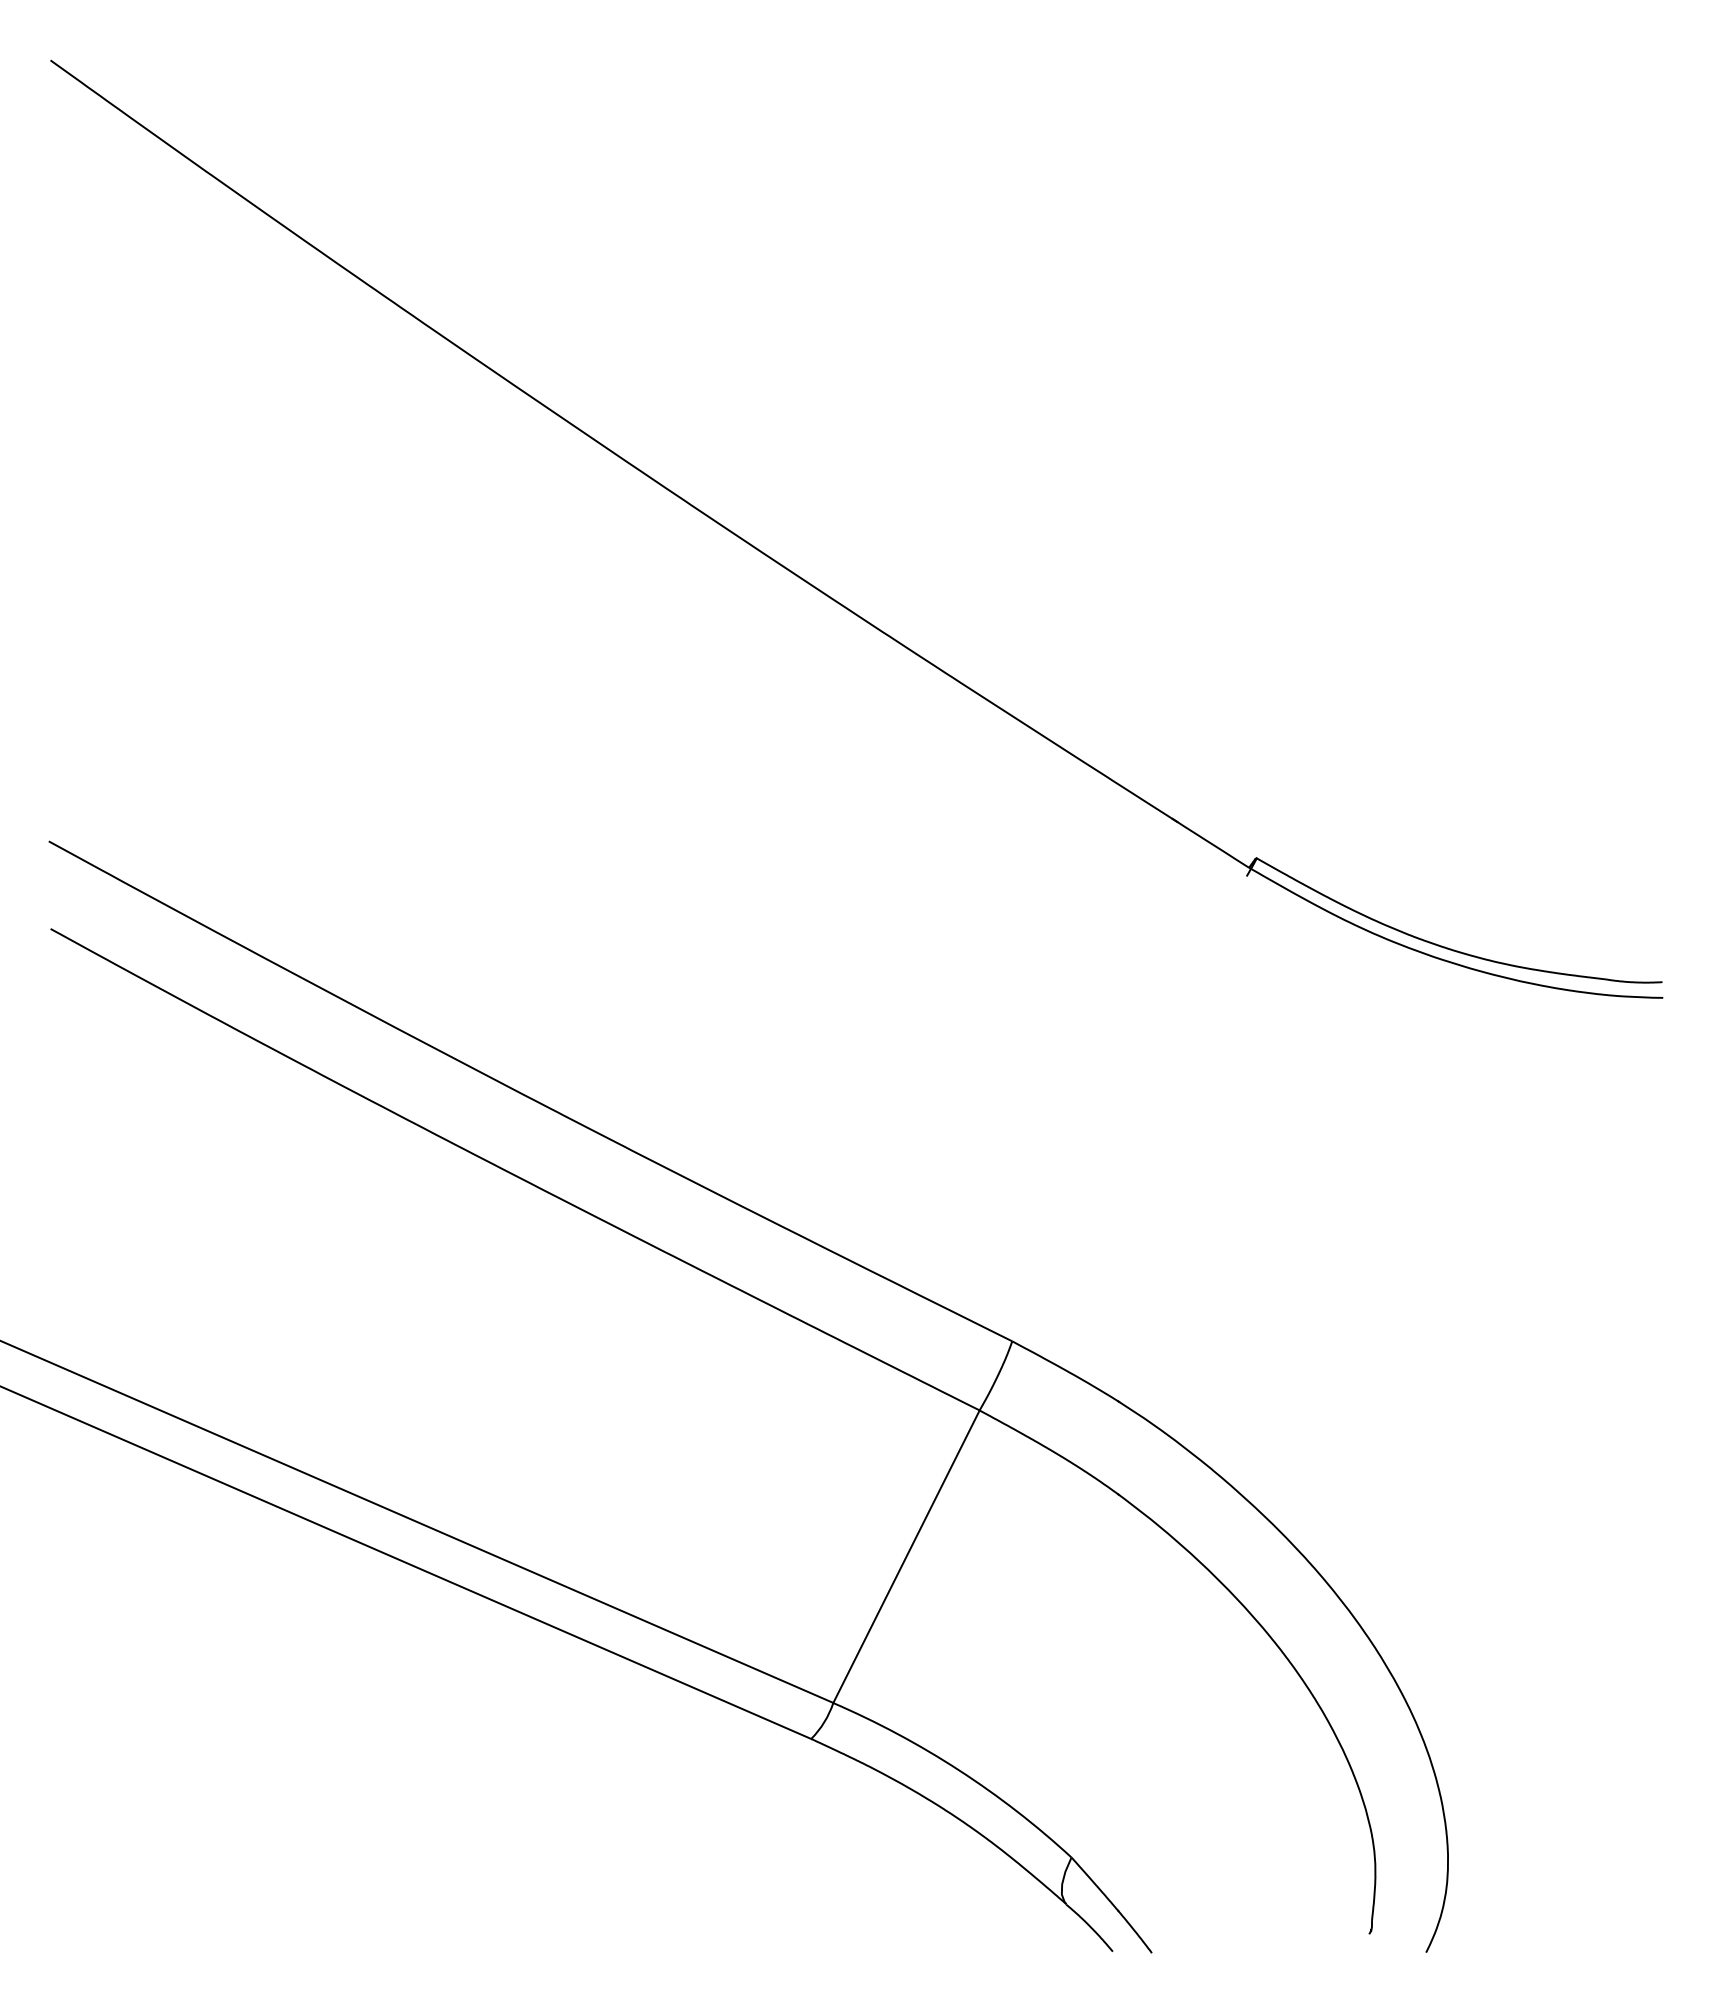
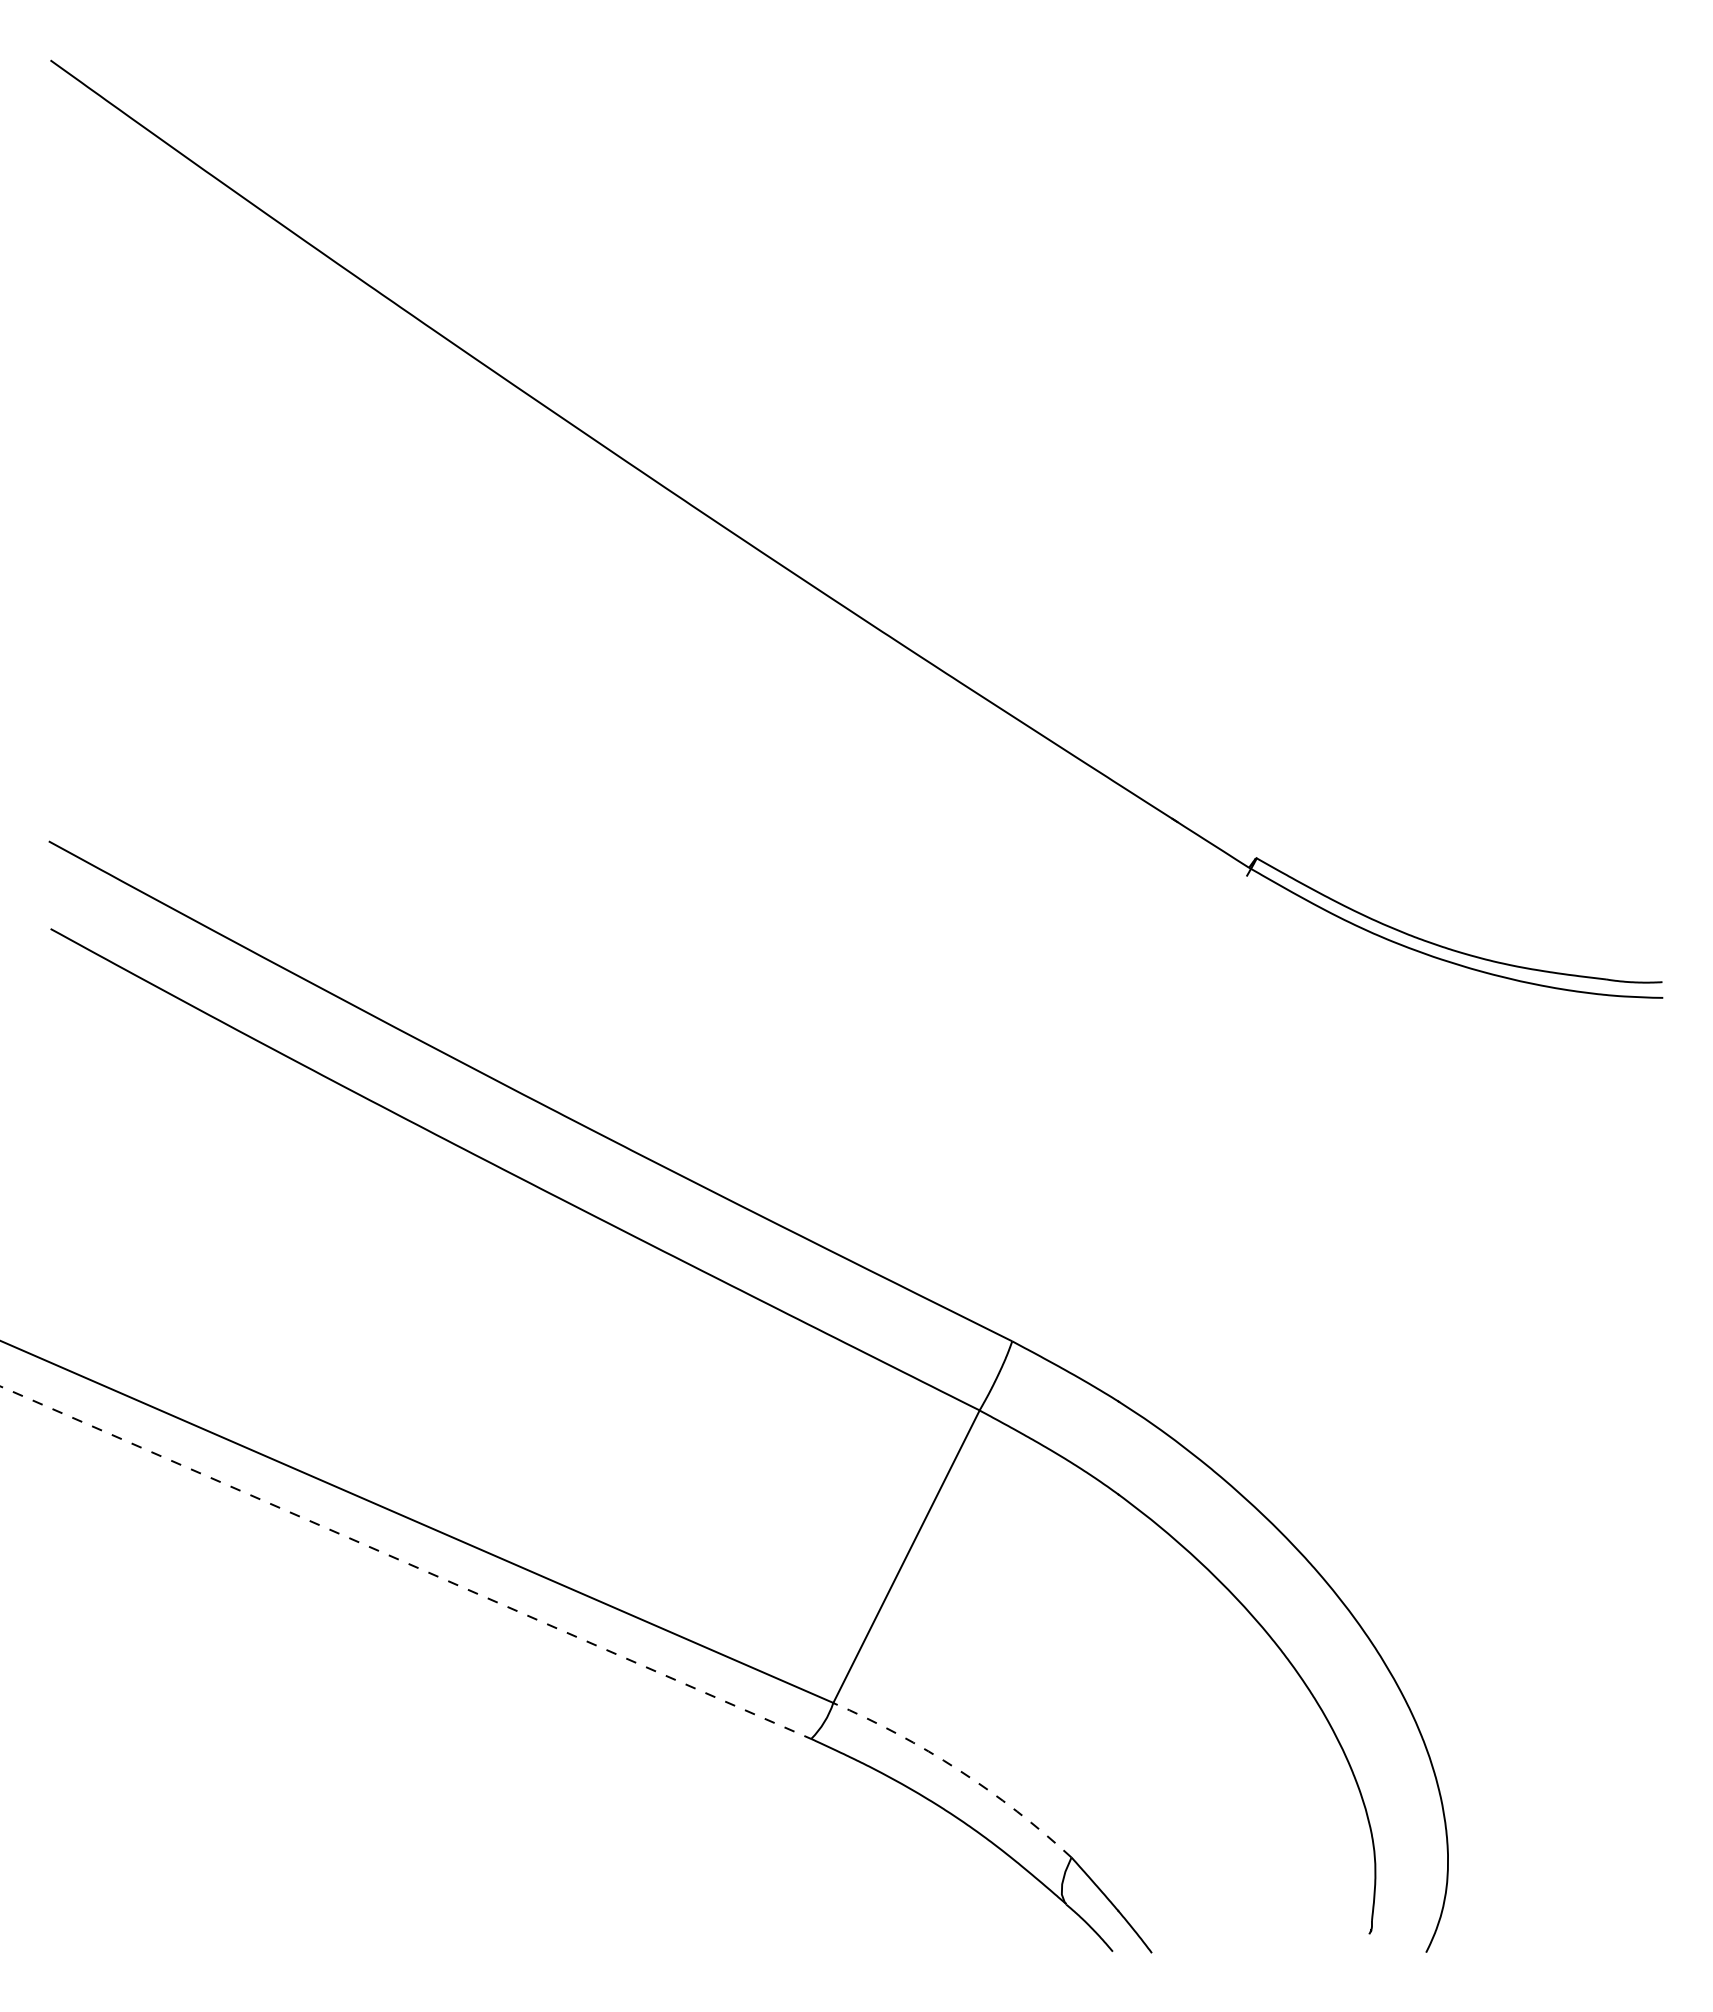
line at (406, 1562): solid -> dashed
arc at (958, 1770): solid -> dashed
